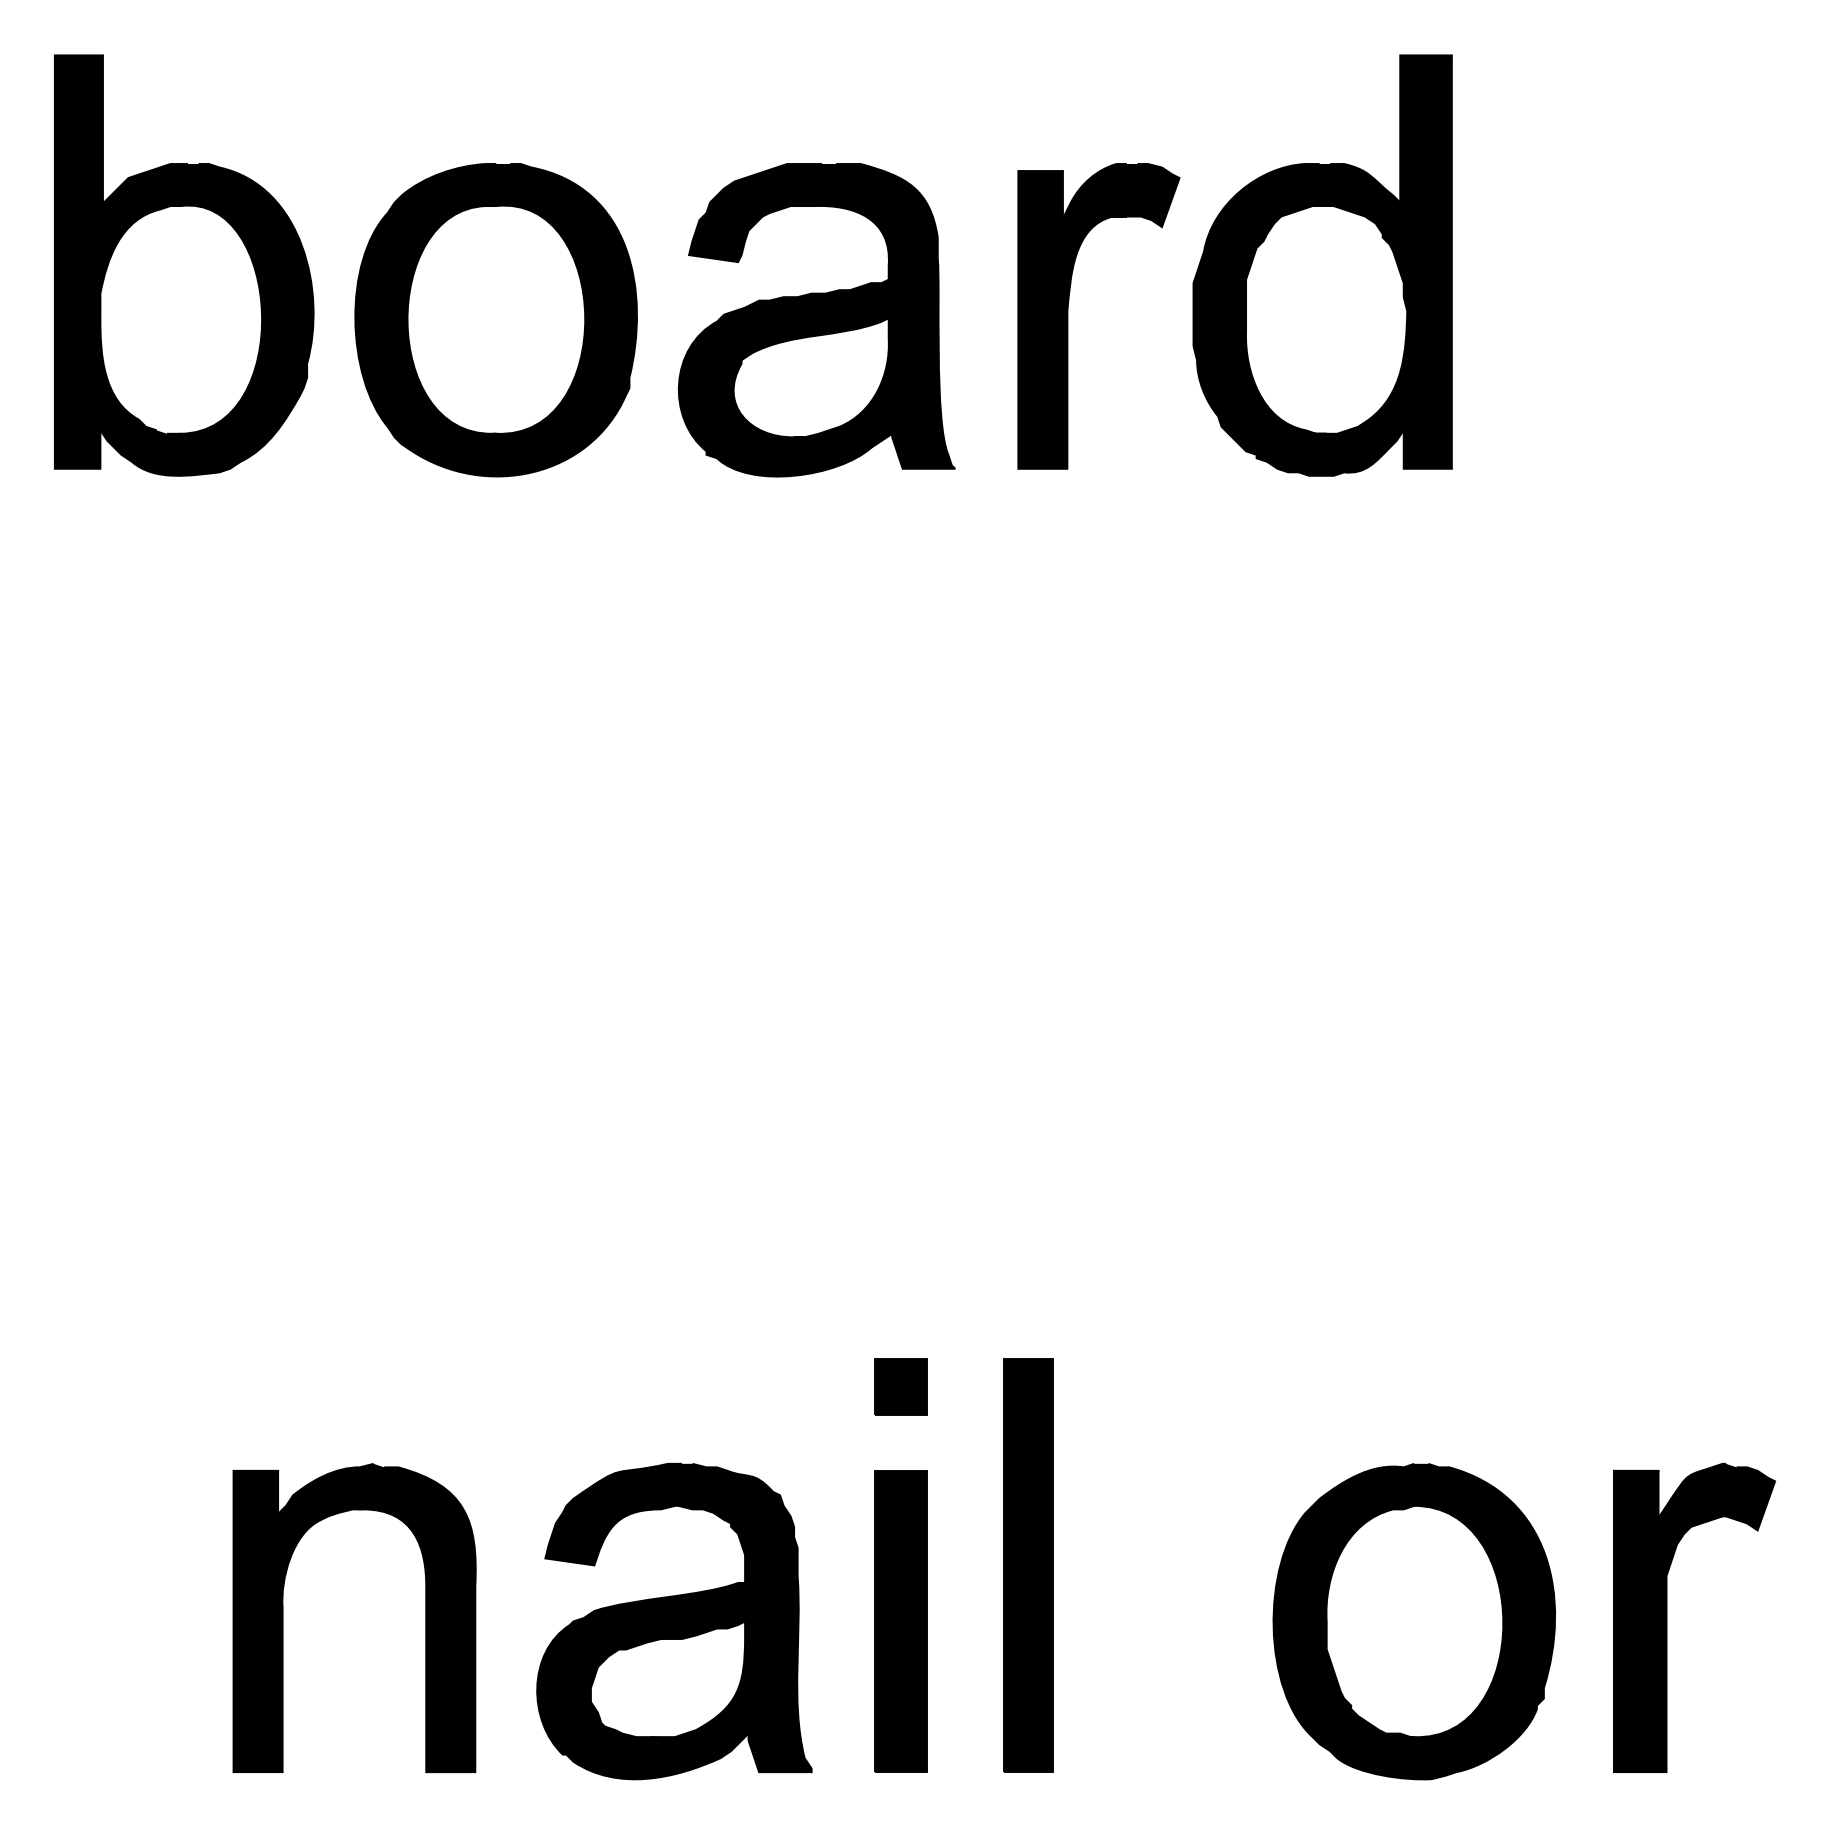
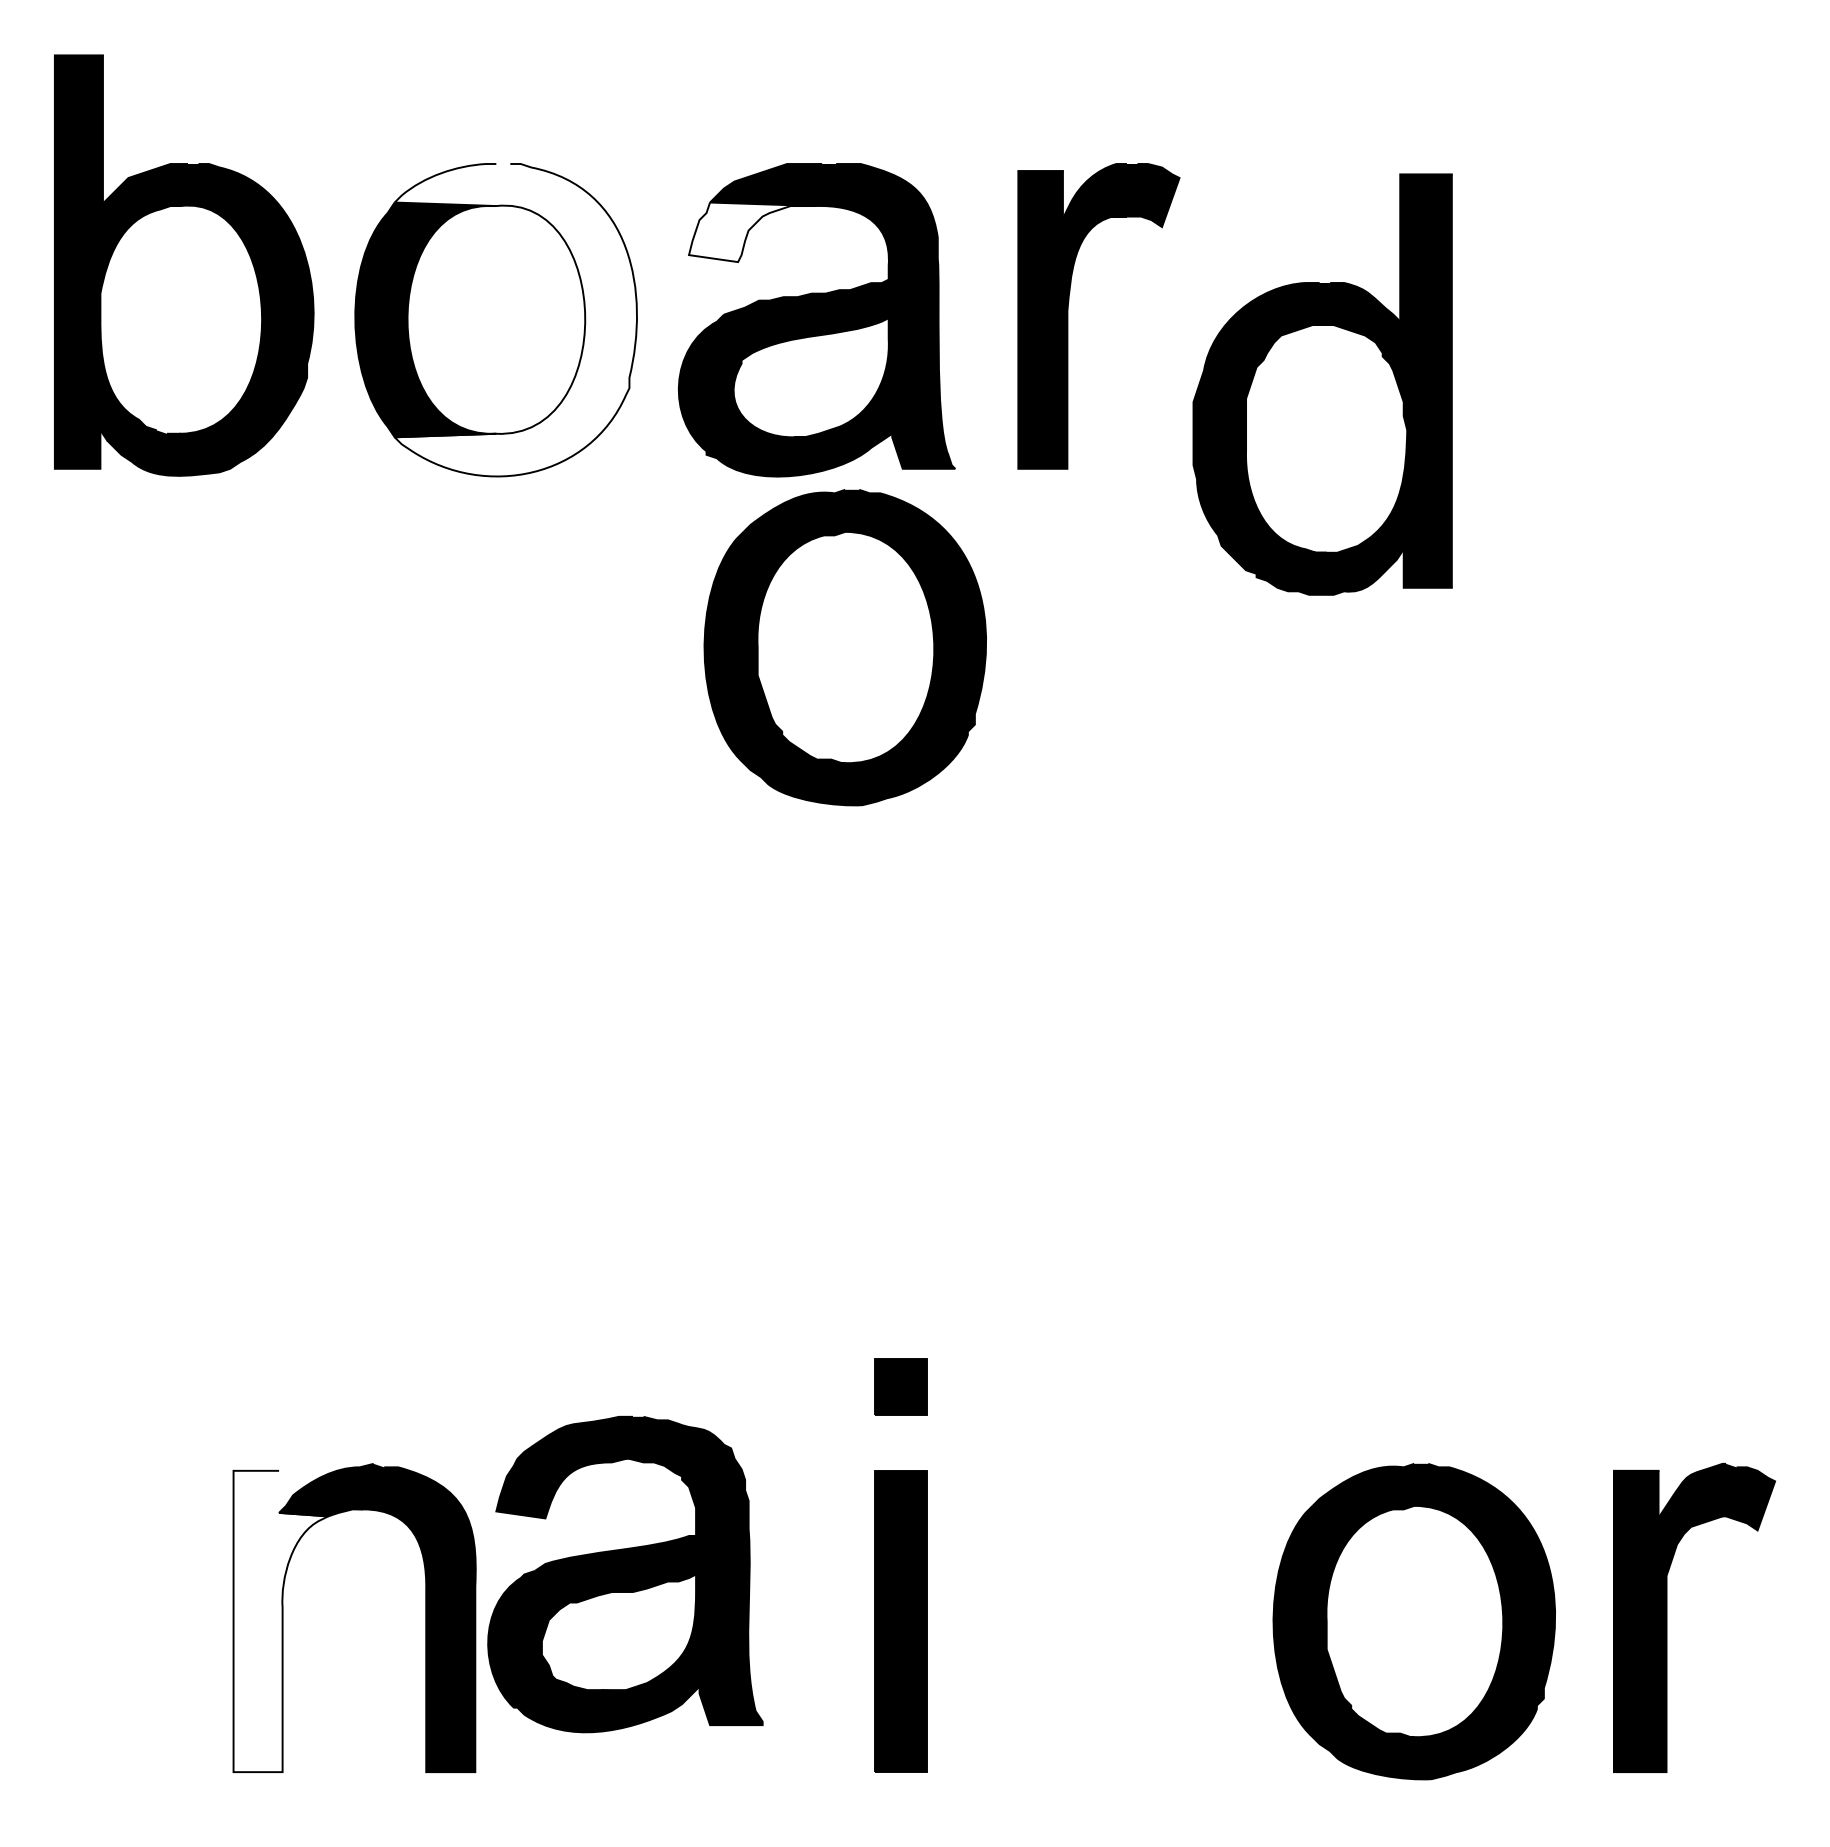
fill at (752, 232): present -> none
part at (1322, 265) position: (1322, 265) -> (1322, 384)
fill at (515, 320): present -> none
part at (844, 647): none -> present
part at (1028, 1565): present -> none
fill at (280, 1621): present -> none
part at (674, 1621) position: (674, 1621) -> (625, 1574)
